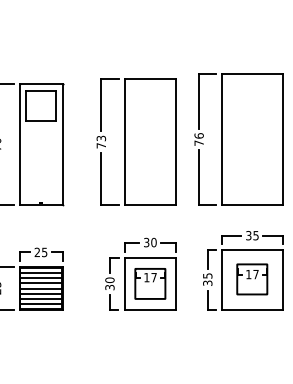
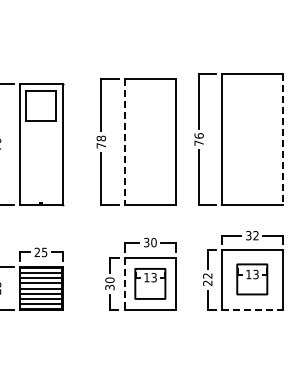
text at (101, 138): 73 -> 78
line at (282, 140): solid -> dashed
line at (124, 142): solid -> dashed
text at (255, 235): 35 -> 32
text at (255, 274): 17 -> 13
text at (153, 277): 17 -> 13
text at (207, 279): 35 -> 22
line at (124, 283): solid -> dashed
line at (252, 309): solid -> dashed
